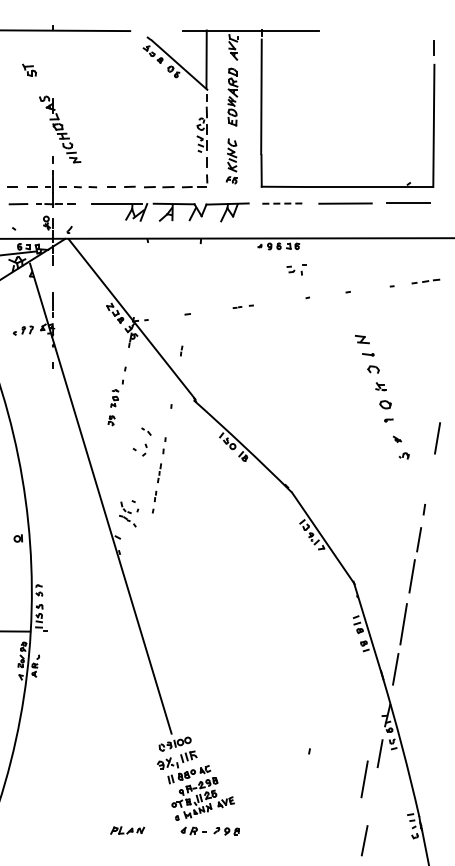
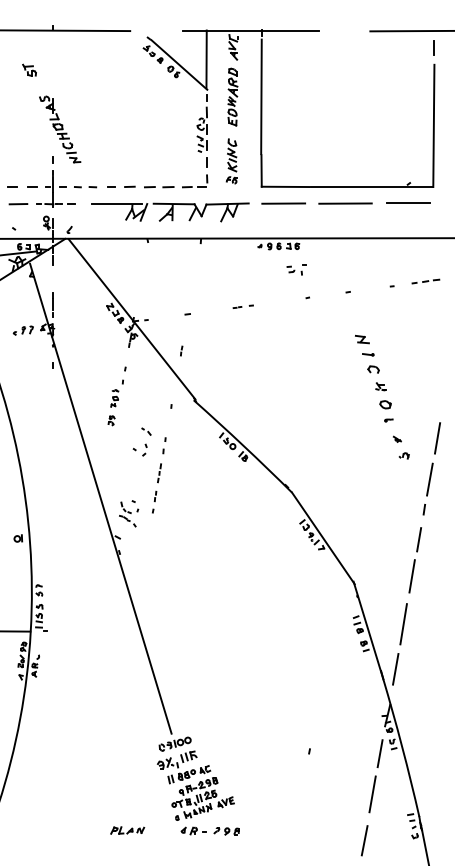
line at (410, 30): none -> present
line at (284, 203): dashed -> solid
line at (429, 479): none -> present
line at (364, 779) position: (364, 779) -> (372, 794)
